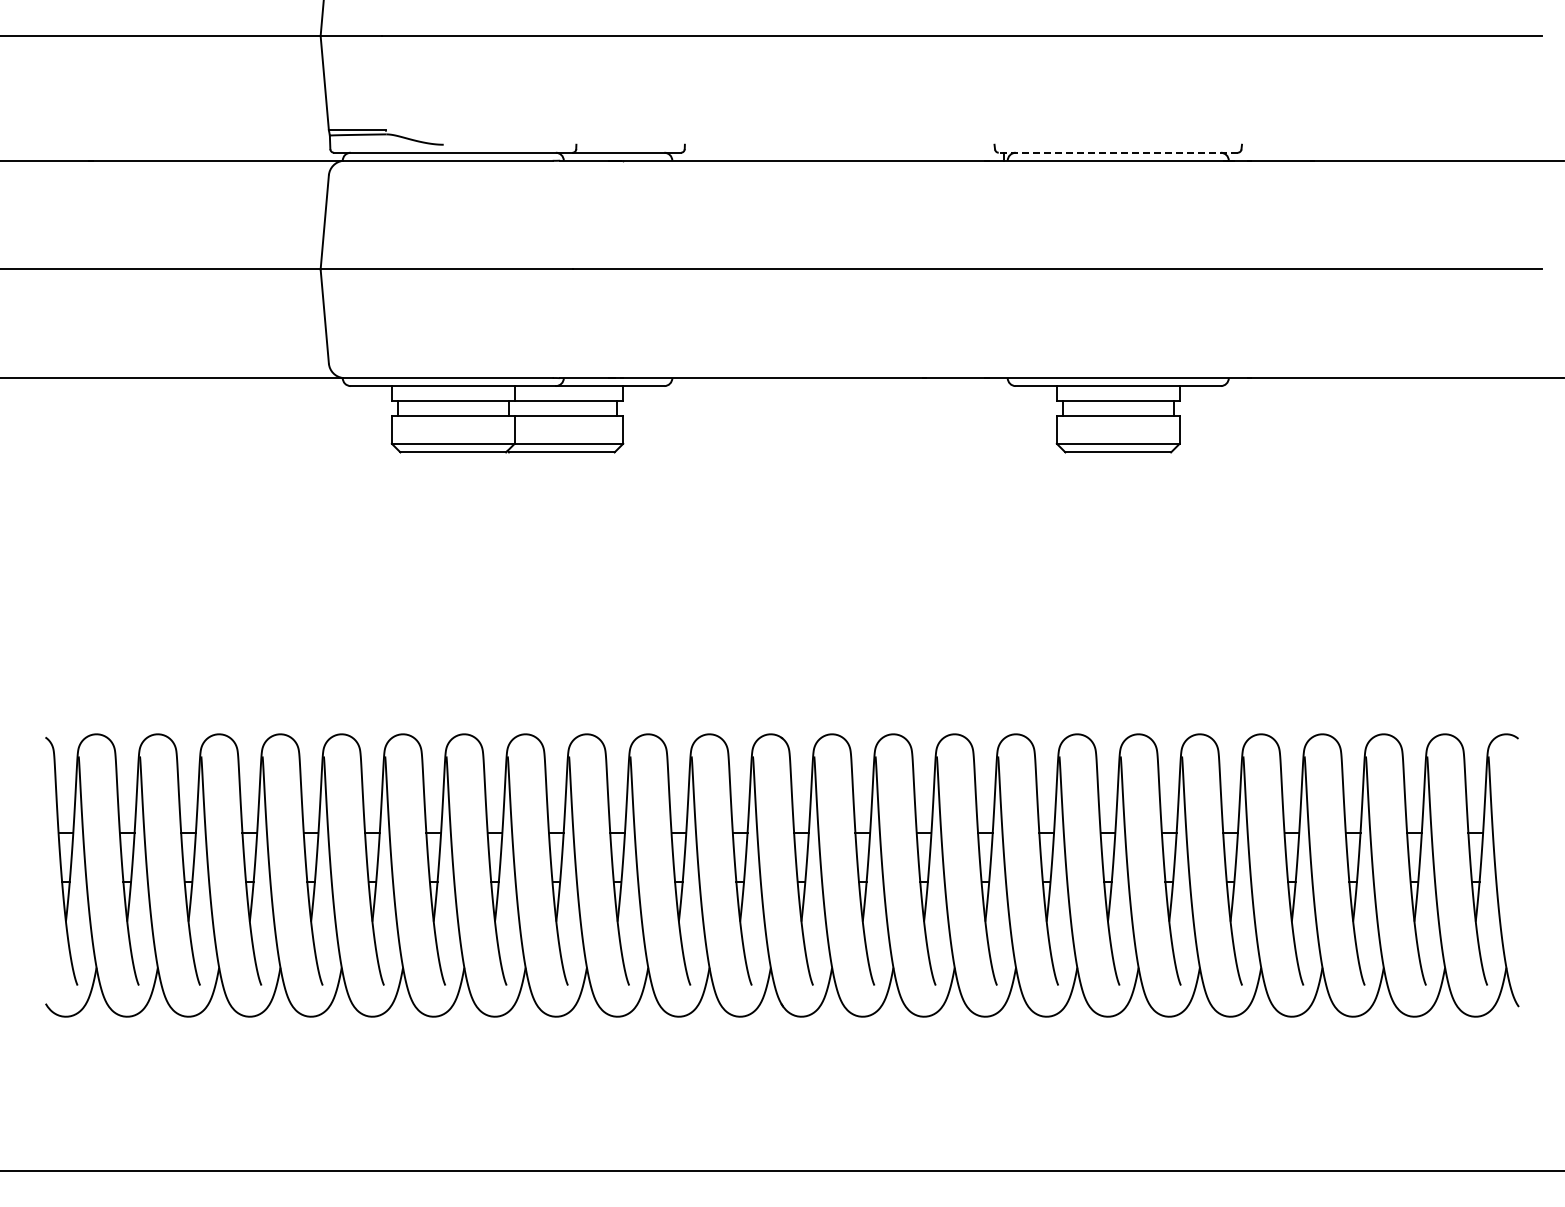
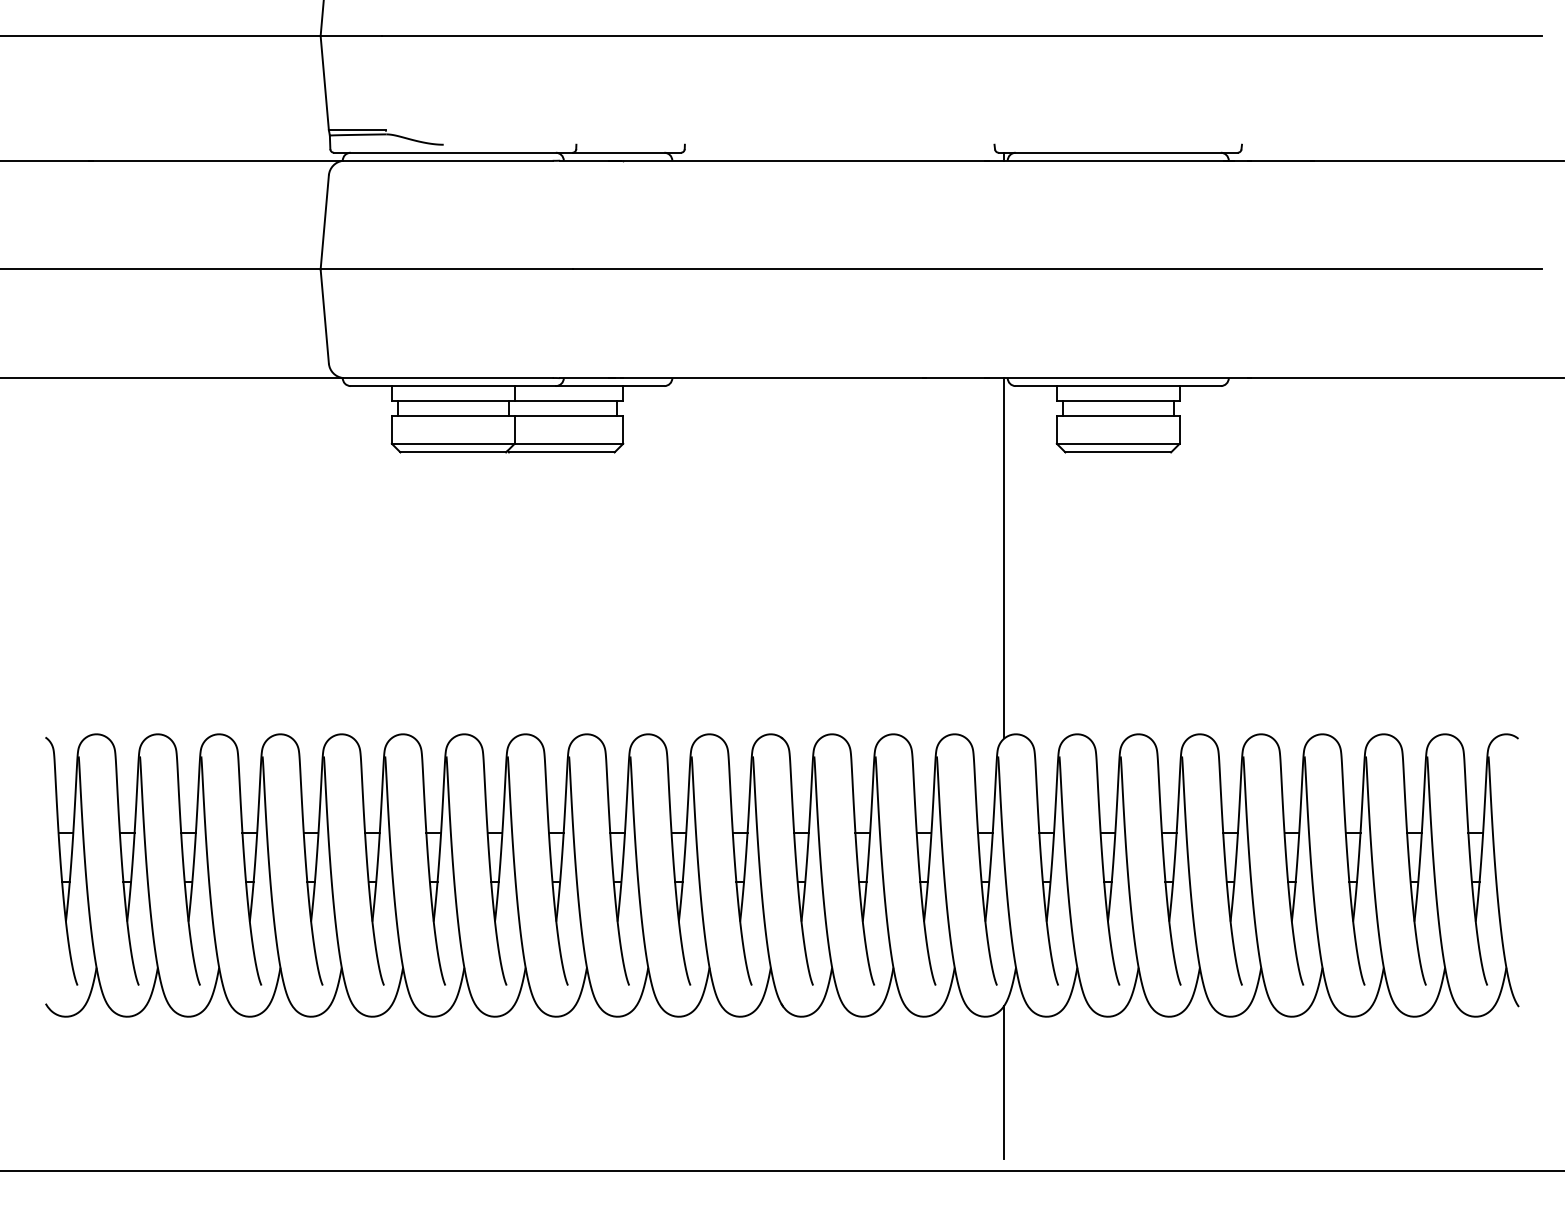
line at (1118, 152): dashed -> solid
line at (1004, 558): none -> present
line at (1004, 1081): none -> present
